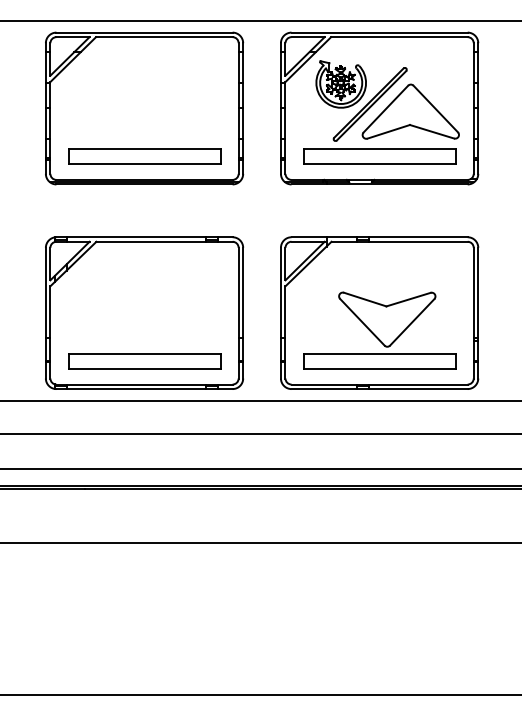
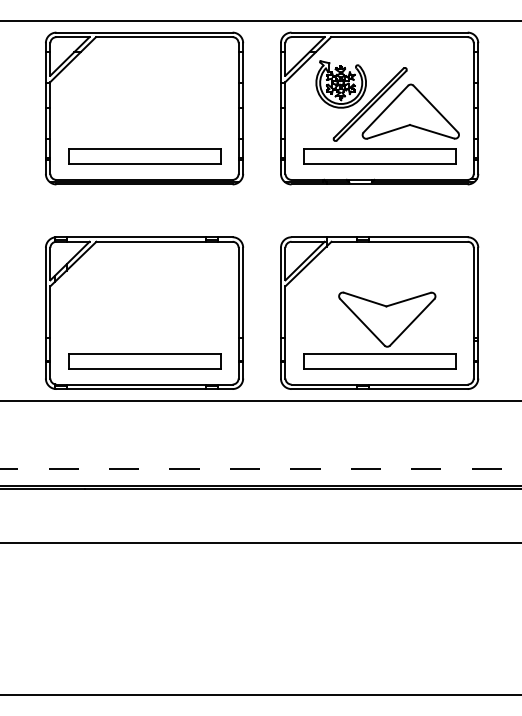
line at (260, 433): present -> none
line at (260, 468): solid -> dashed
